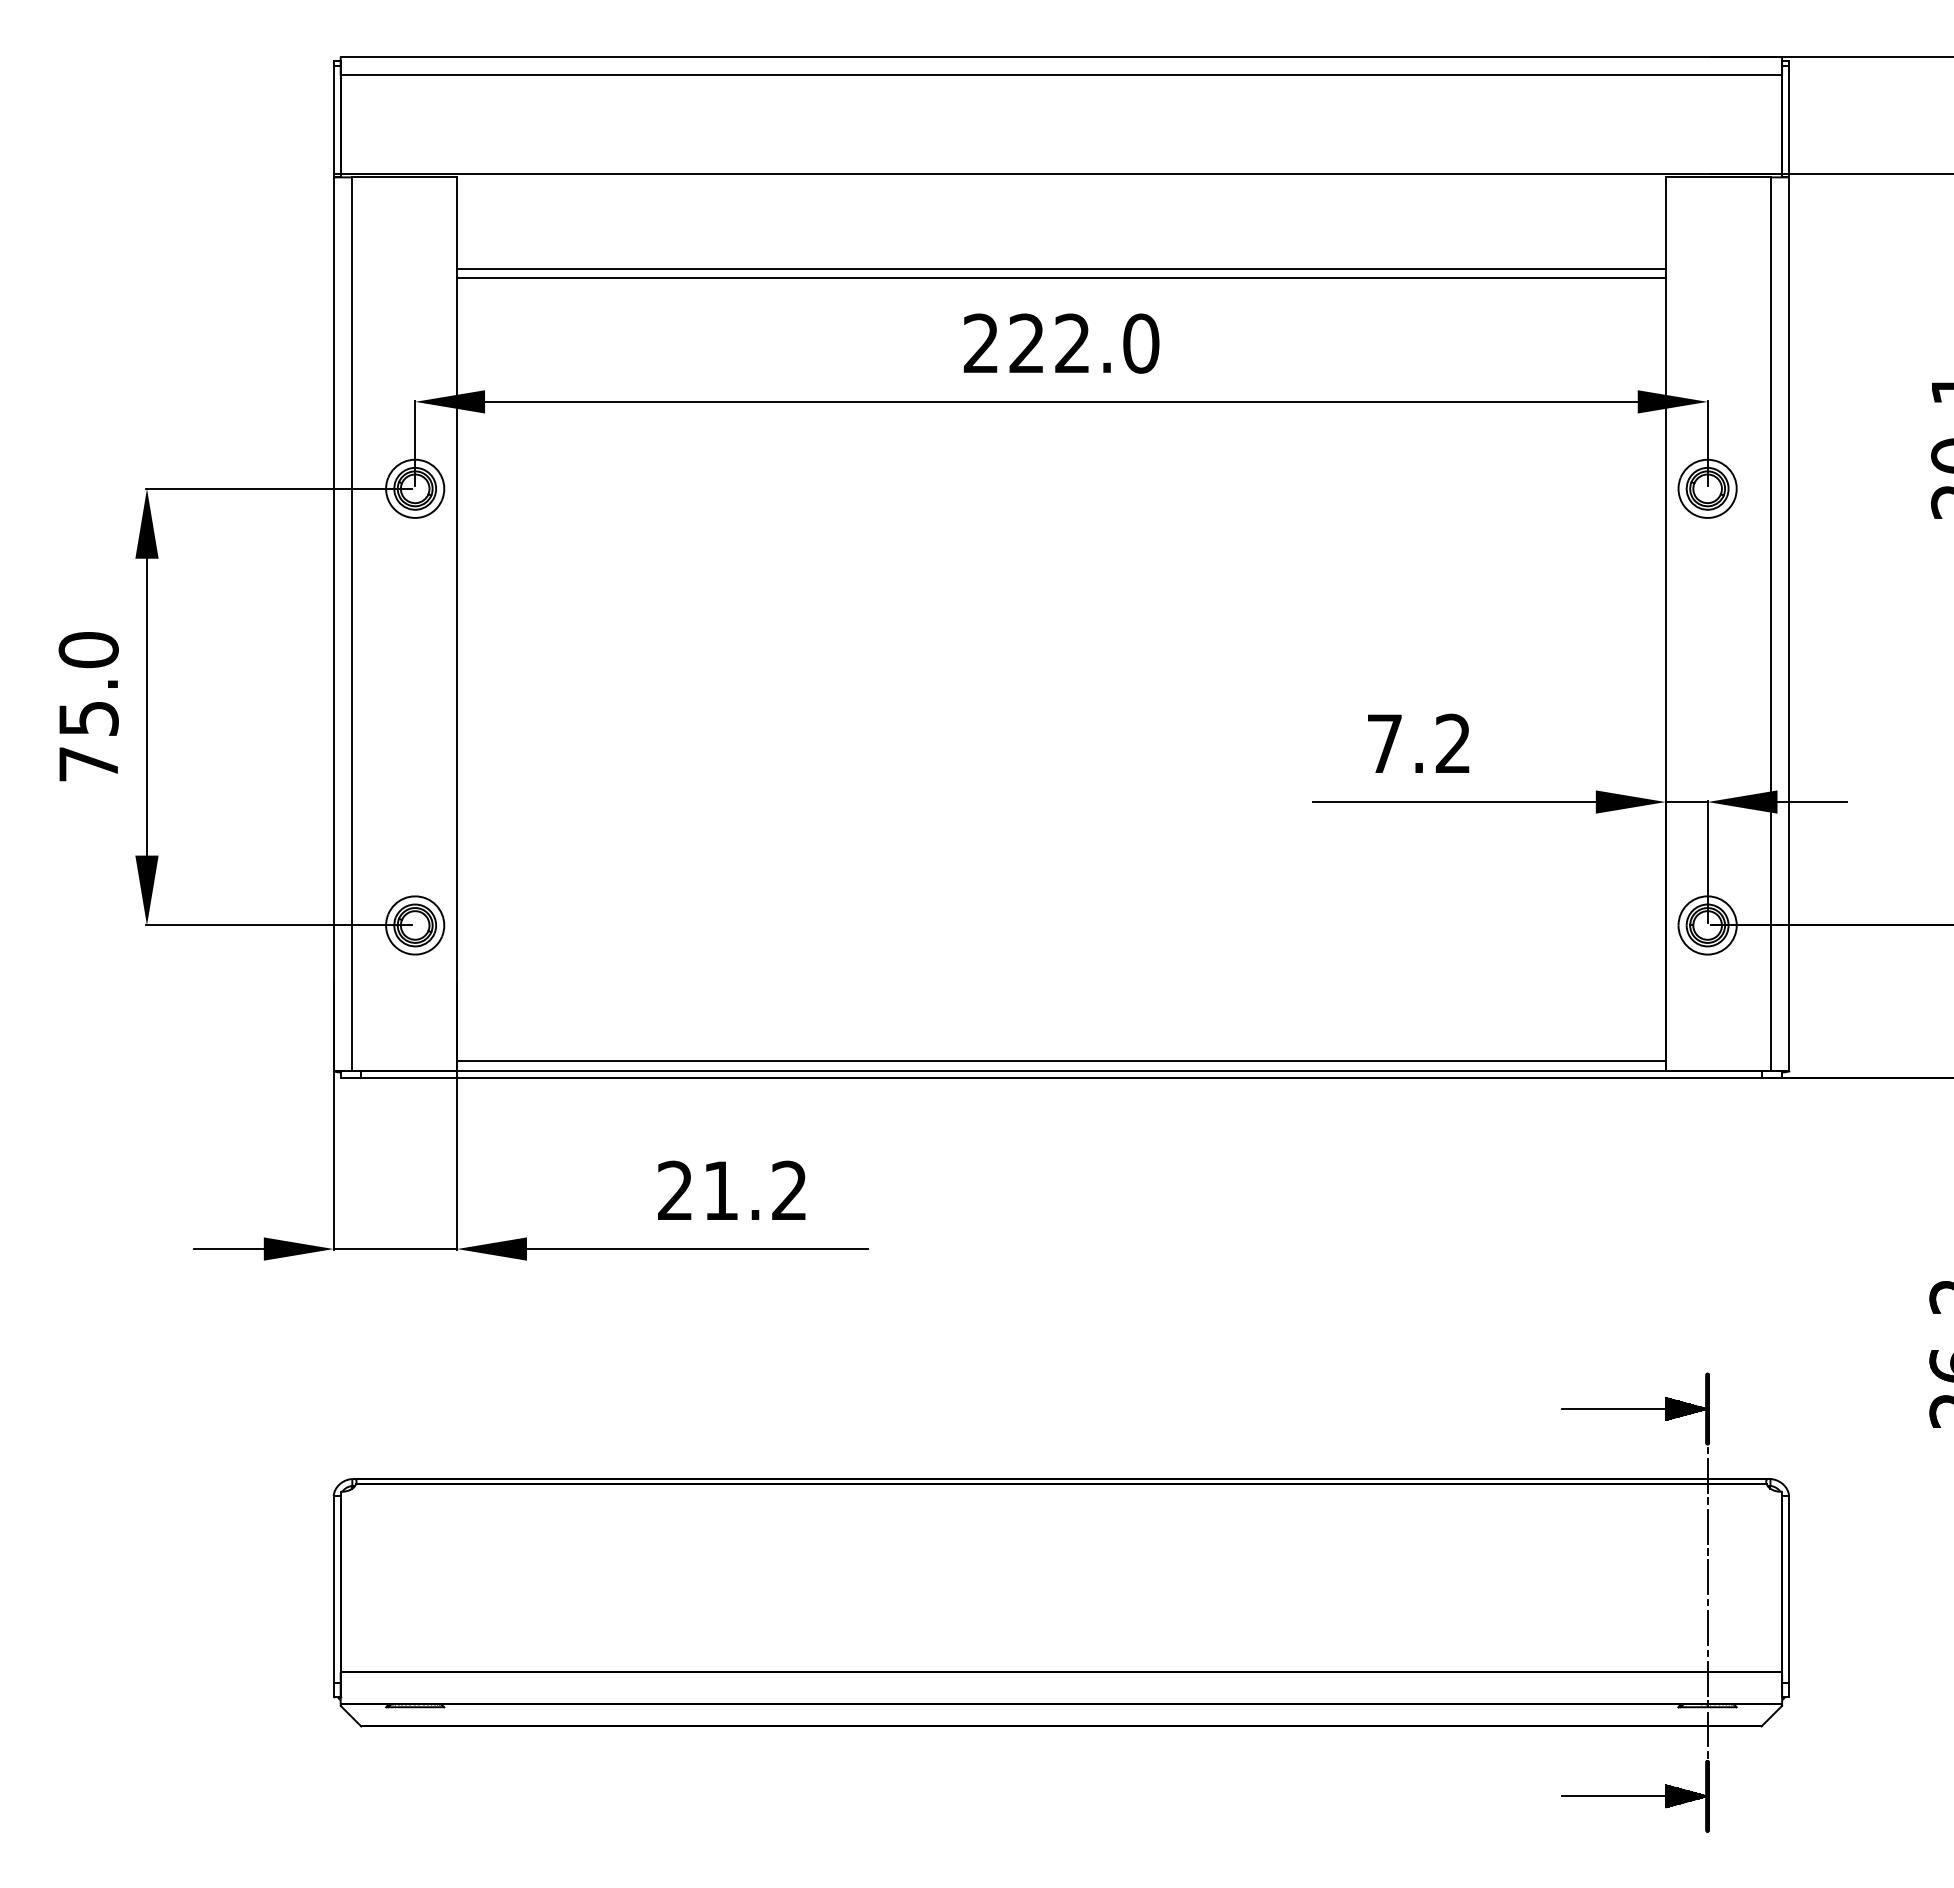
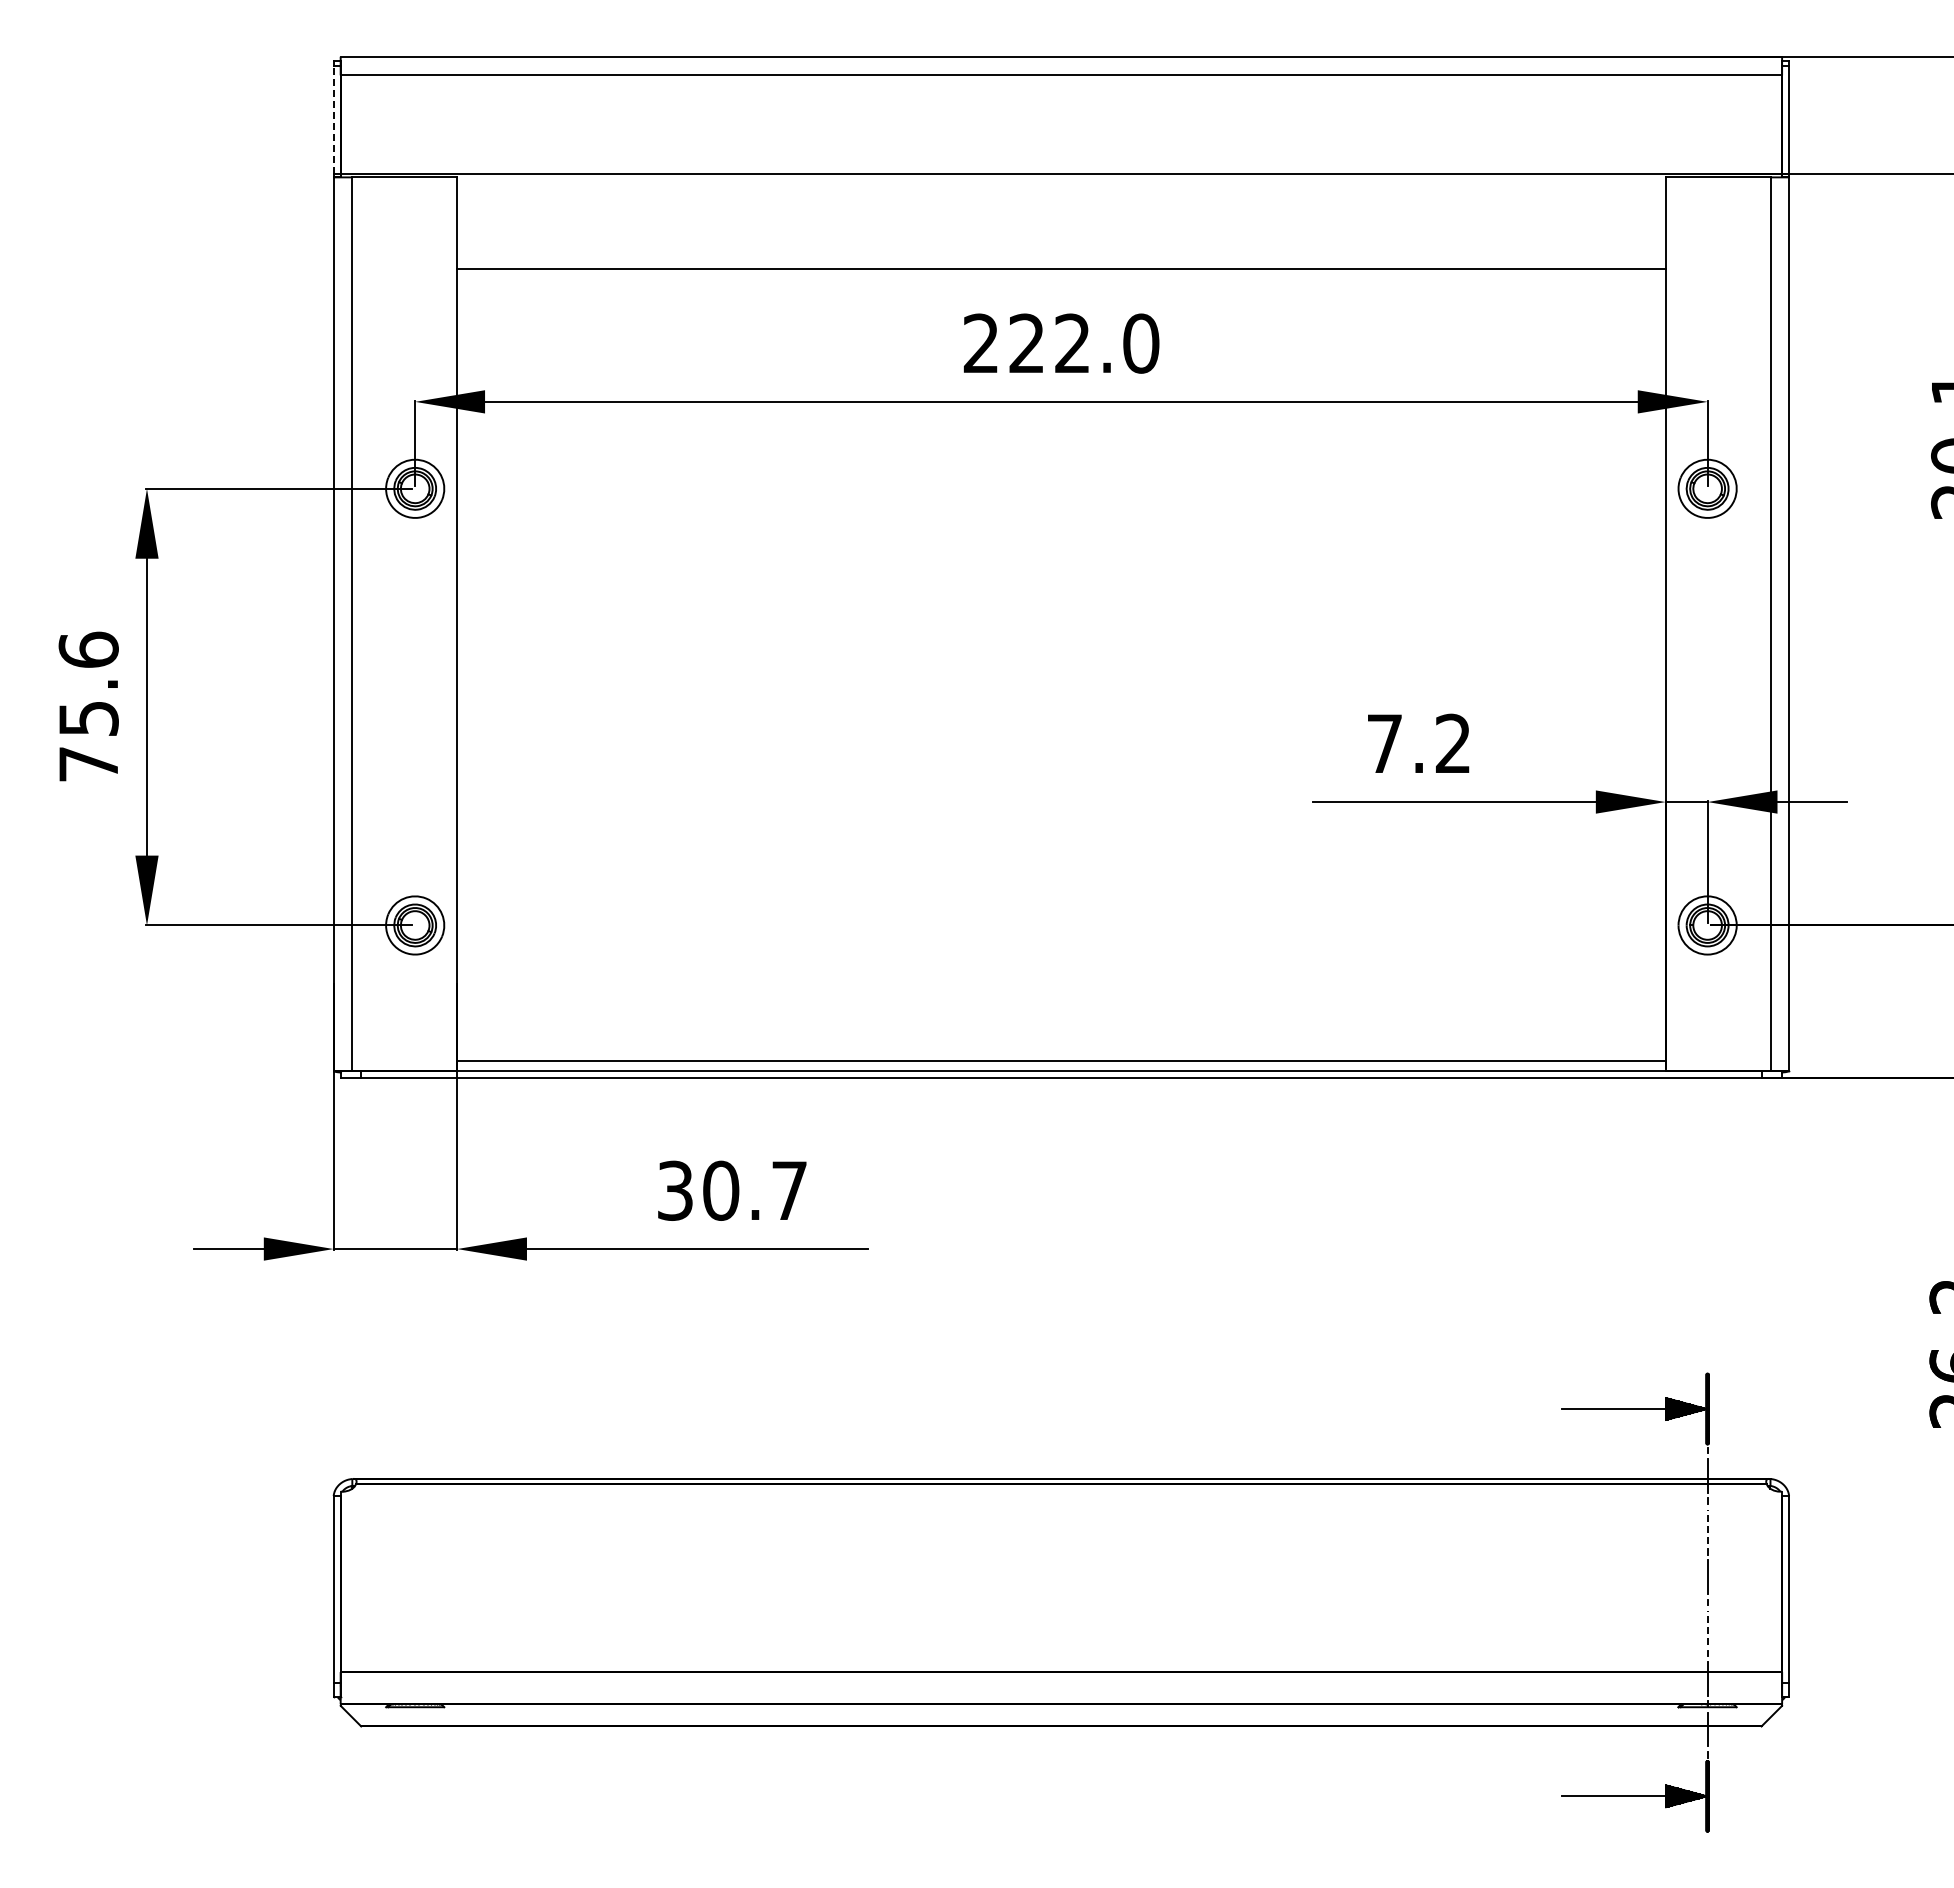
line at (333, 120): solid -> dashed
line at (1061, 278): present -> none
text at (88, 649): 75.0 -> 75.6
text at (732, 1190): 21.2 -> 30.7
line at (1707, 1526): solid -> dashed
line at (1707, 1628): solid -> dashed
